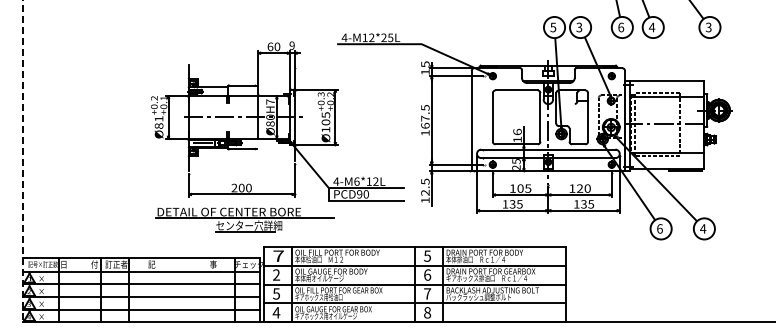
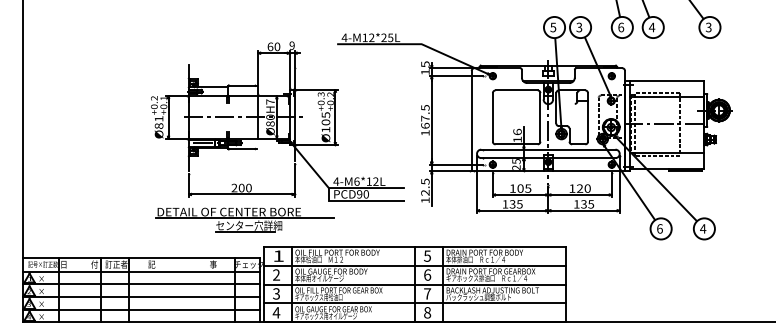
line at (23, 161): dashed -> solid
text at (278, 255): 7 -> 1
text at (276, 293): 5 -> 3
